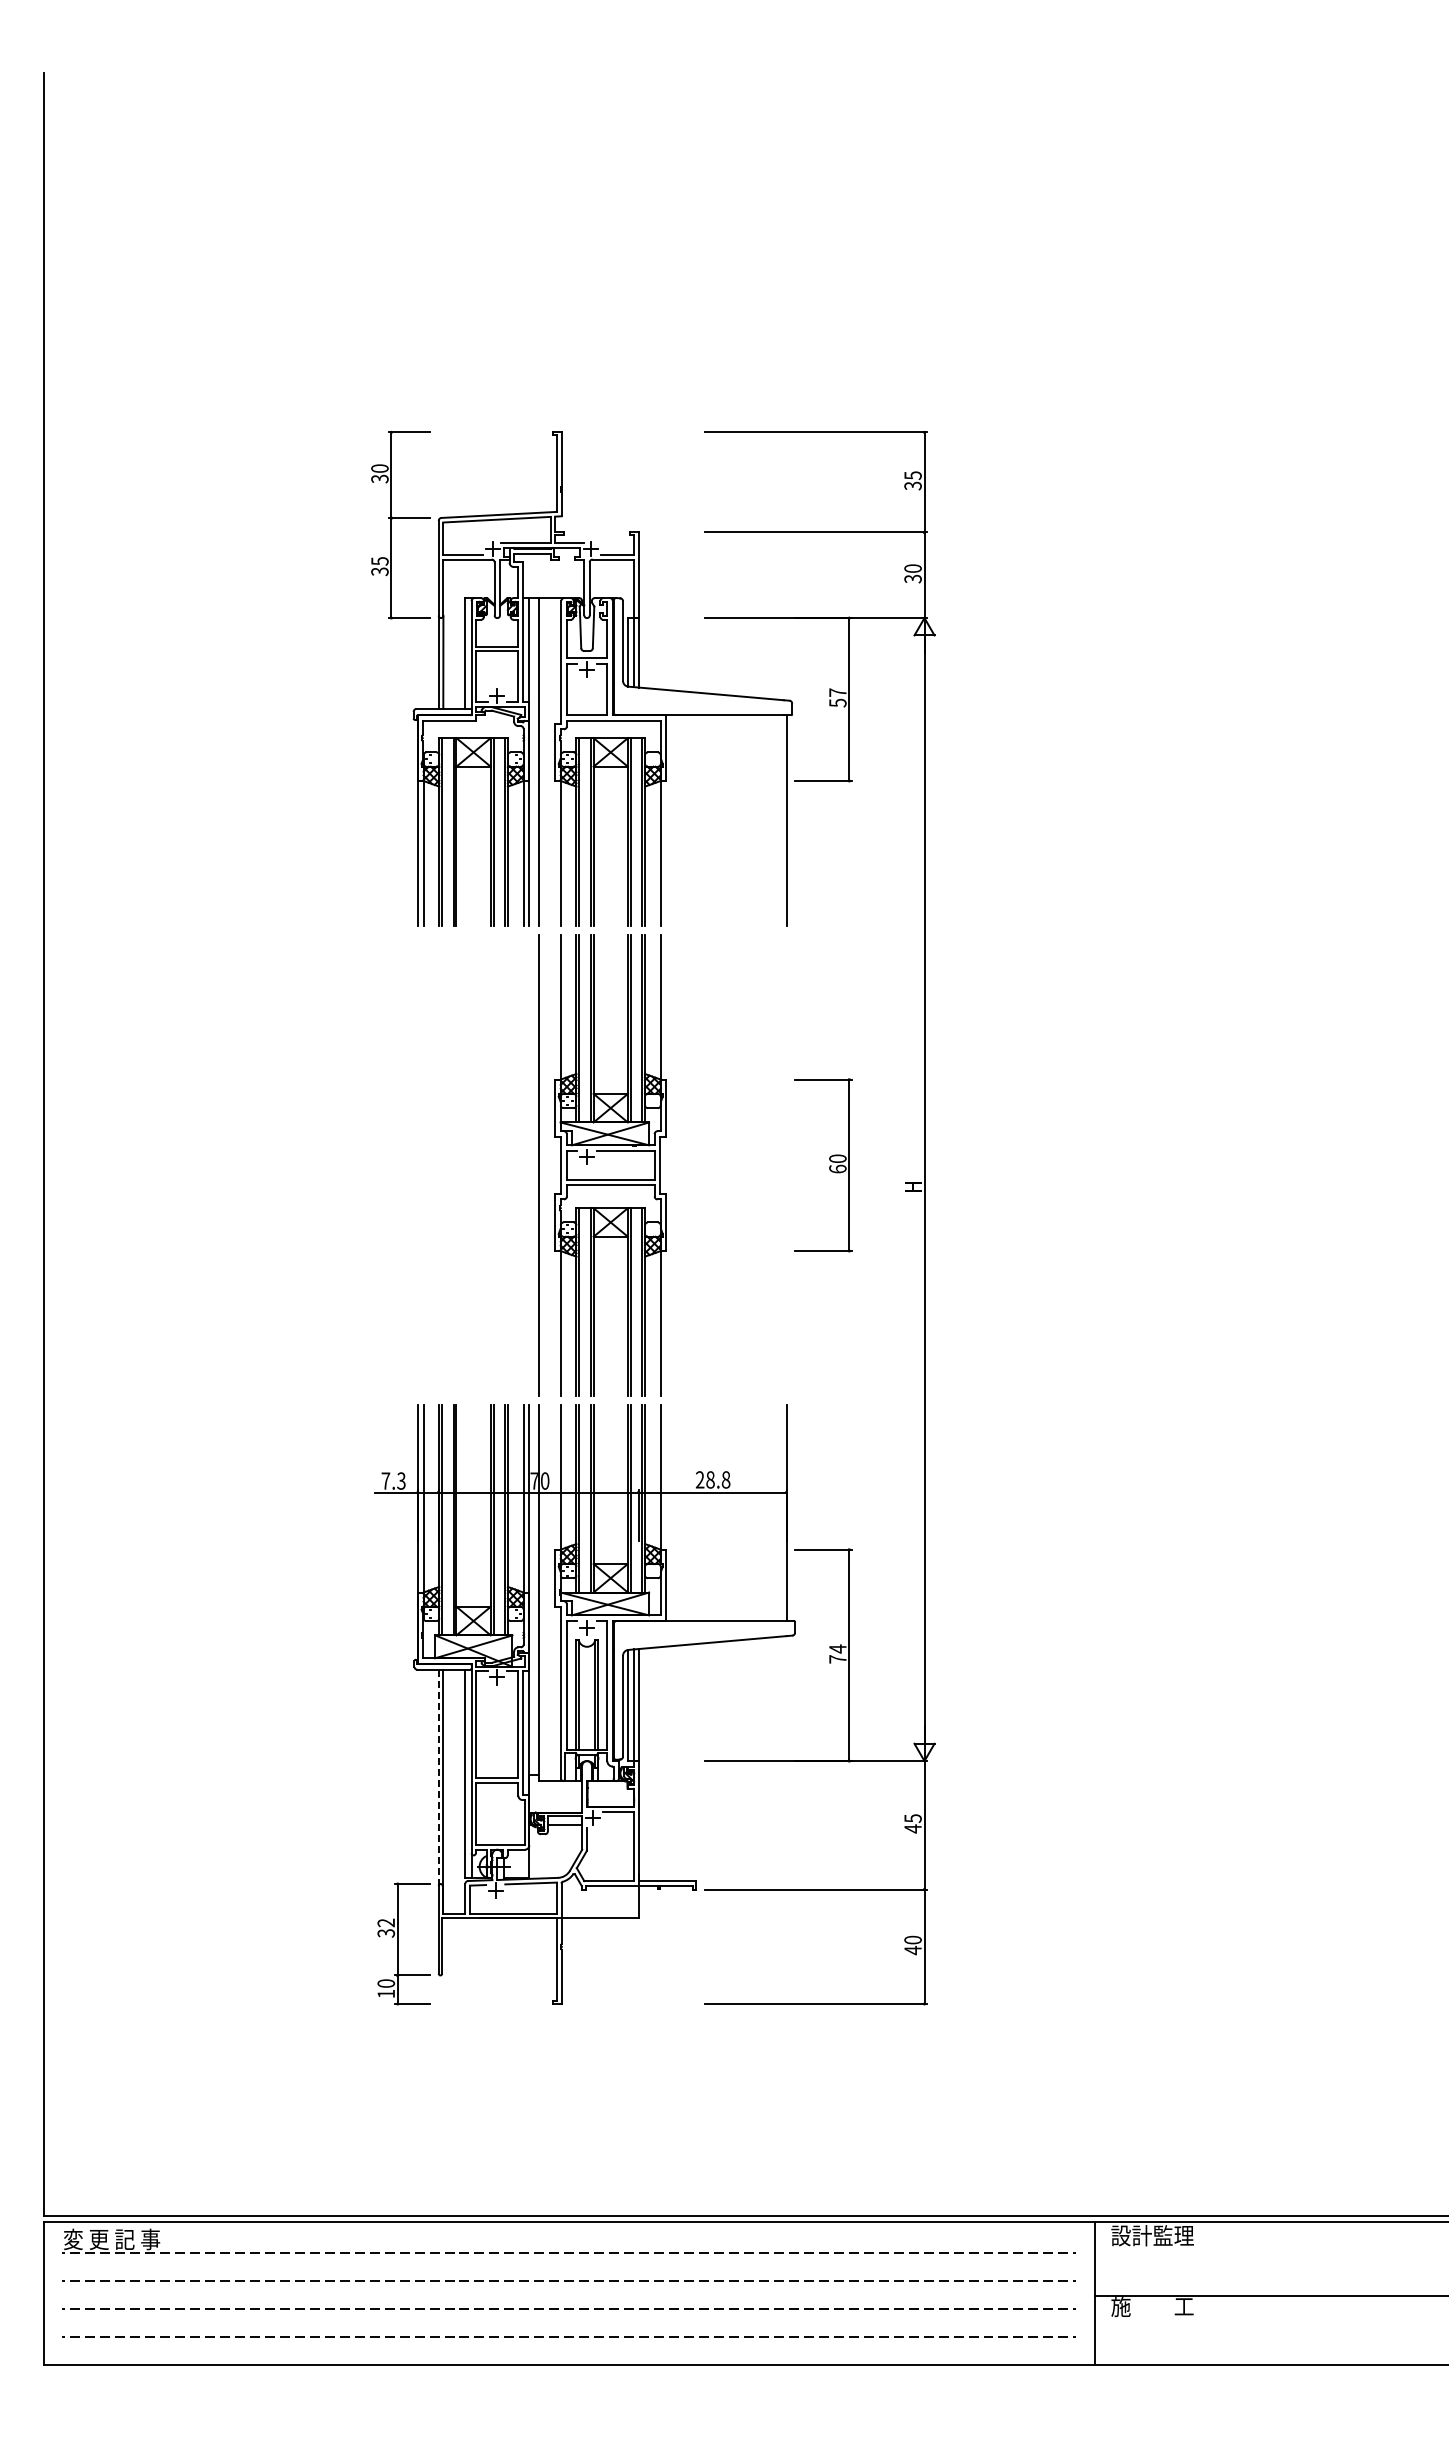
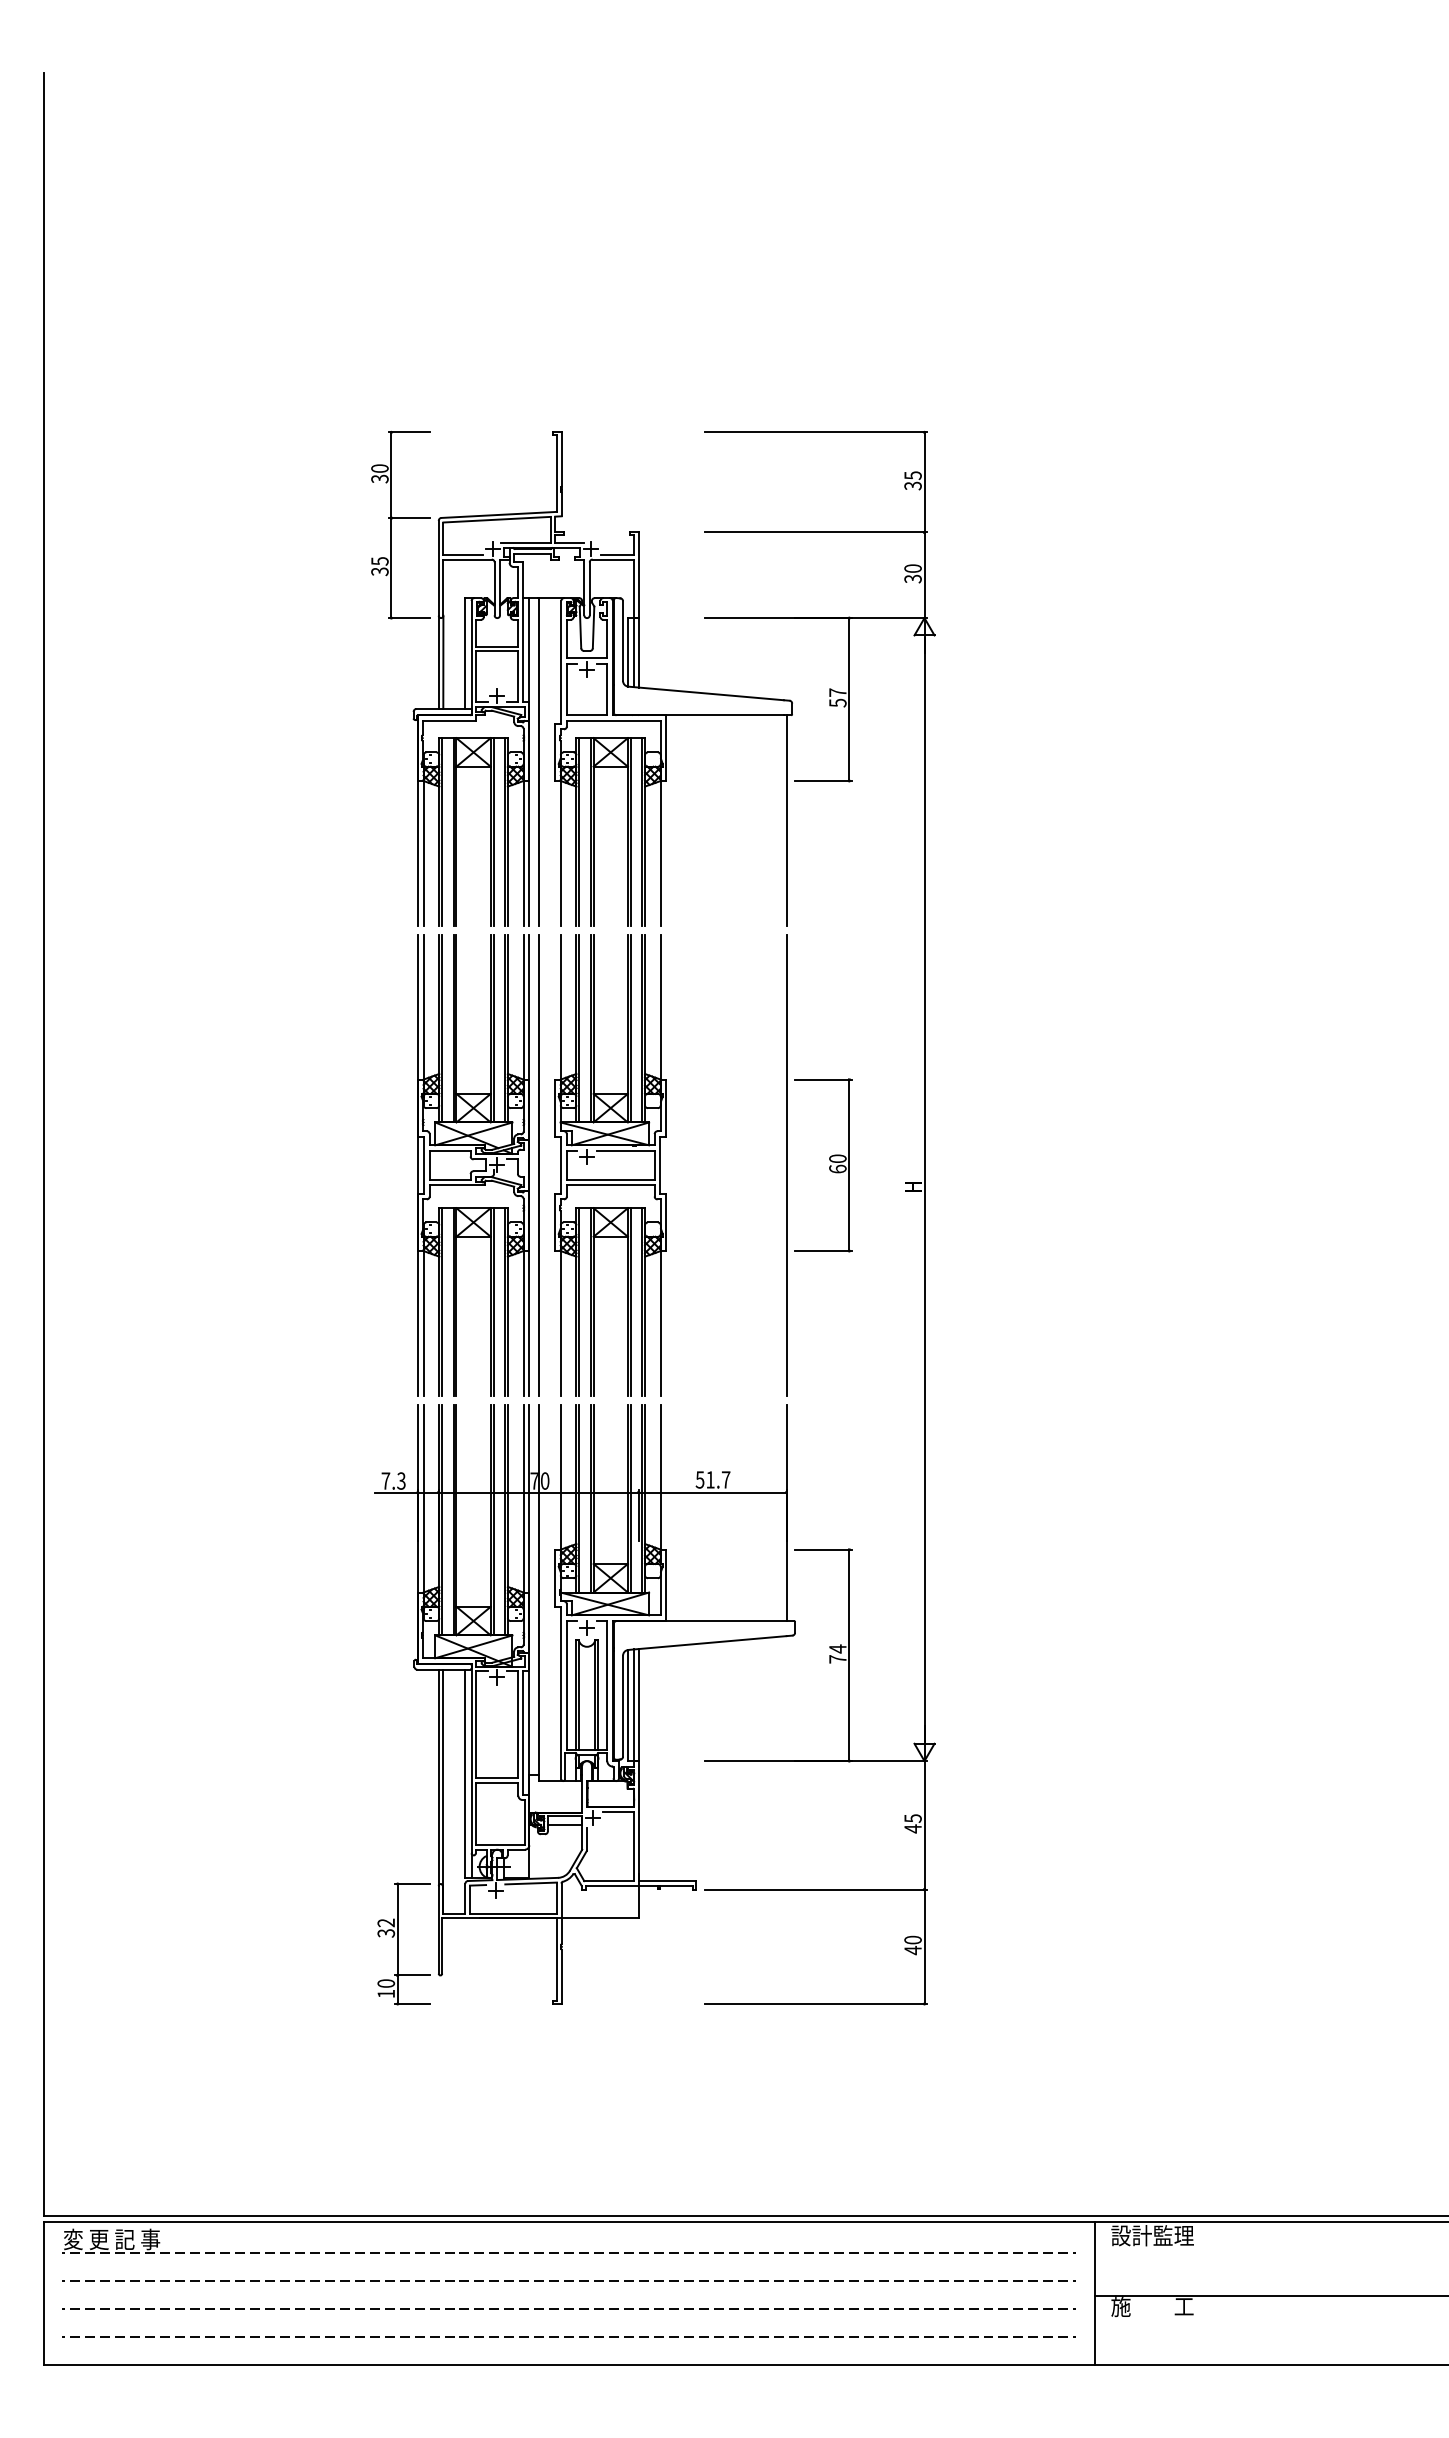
part at (473, 1165): none -> present
line at (786, 1165): none -> present
text at (712, 1479): 28.8 -> 51.7
line at (438, 1778): dashed -> solid
